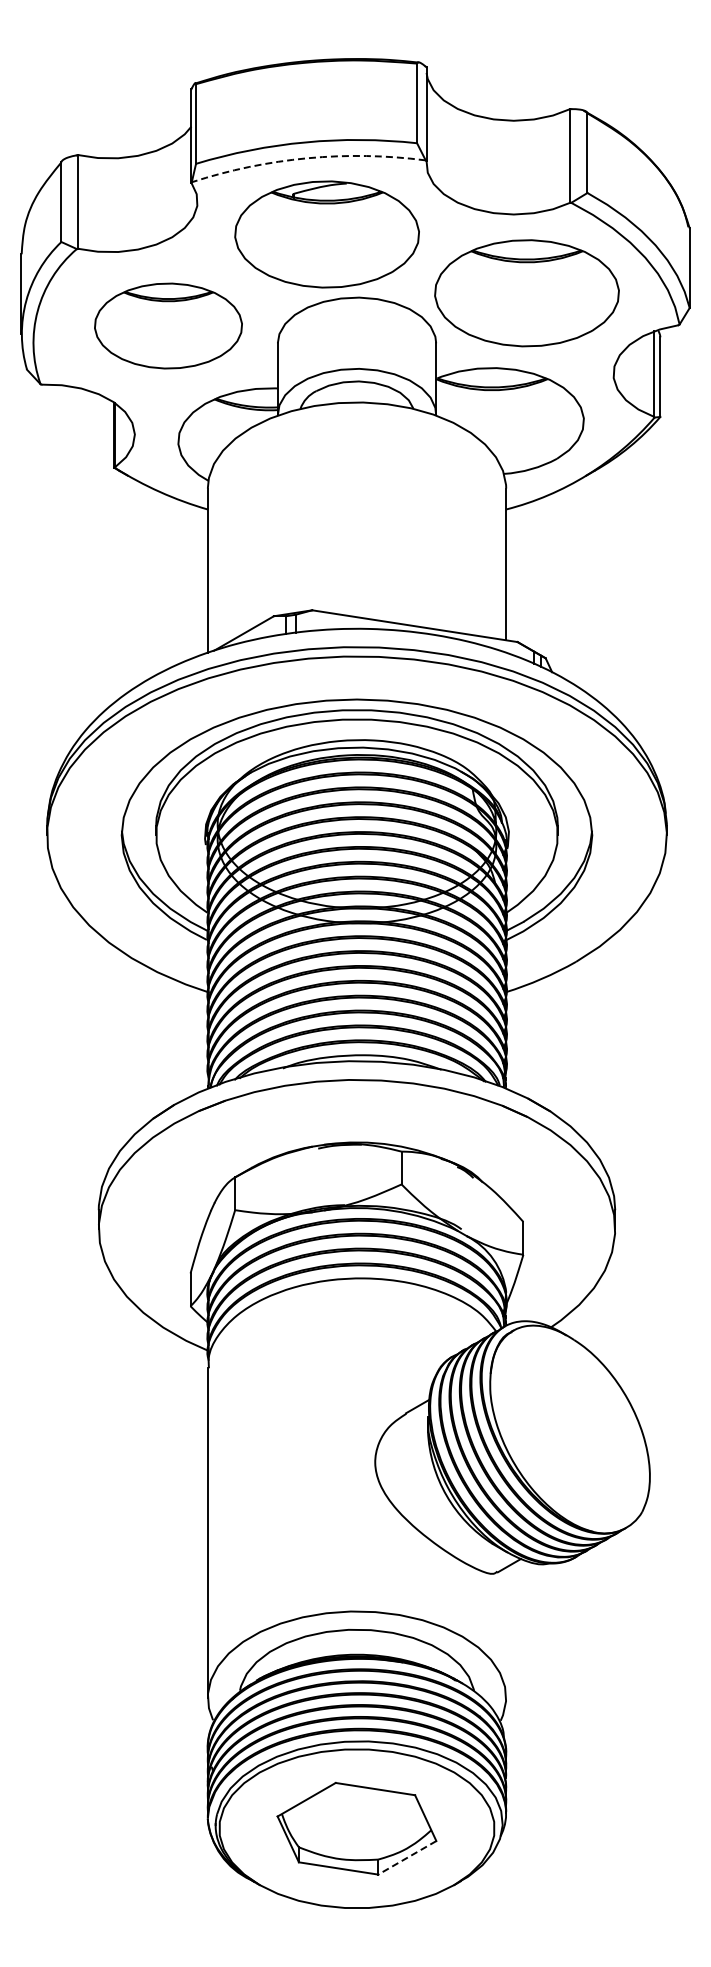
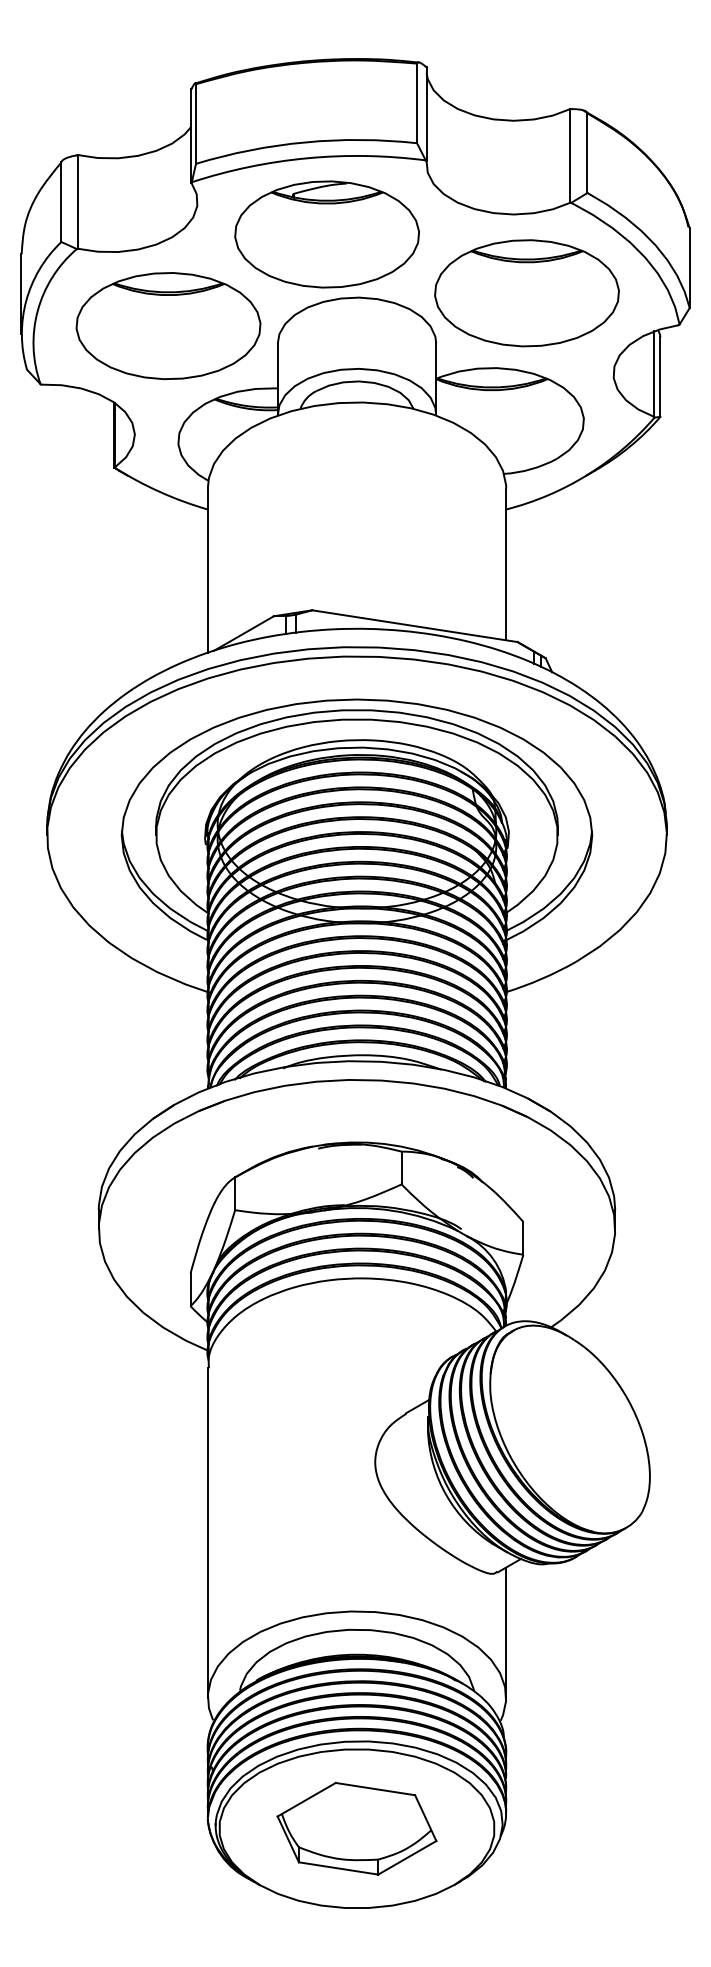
arc at (307, 158): dashed -> solid
part at (168, 325) size: 149x88 px -> 187x108 px
line at (506, 1632): none -> present
line at (407, 1857): dashed -> solid
